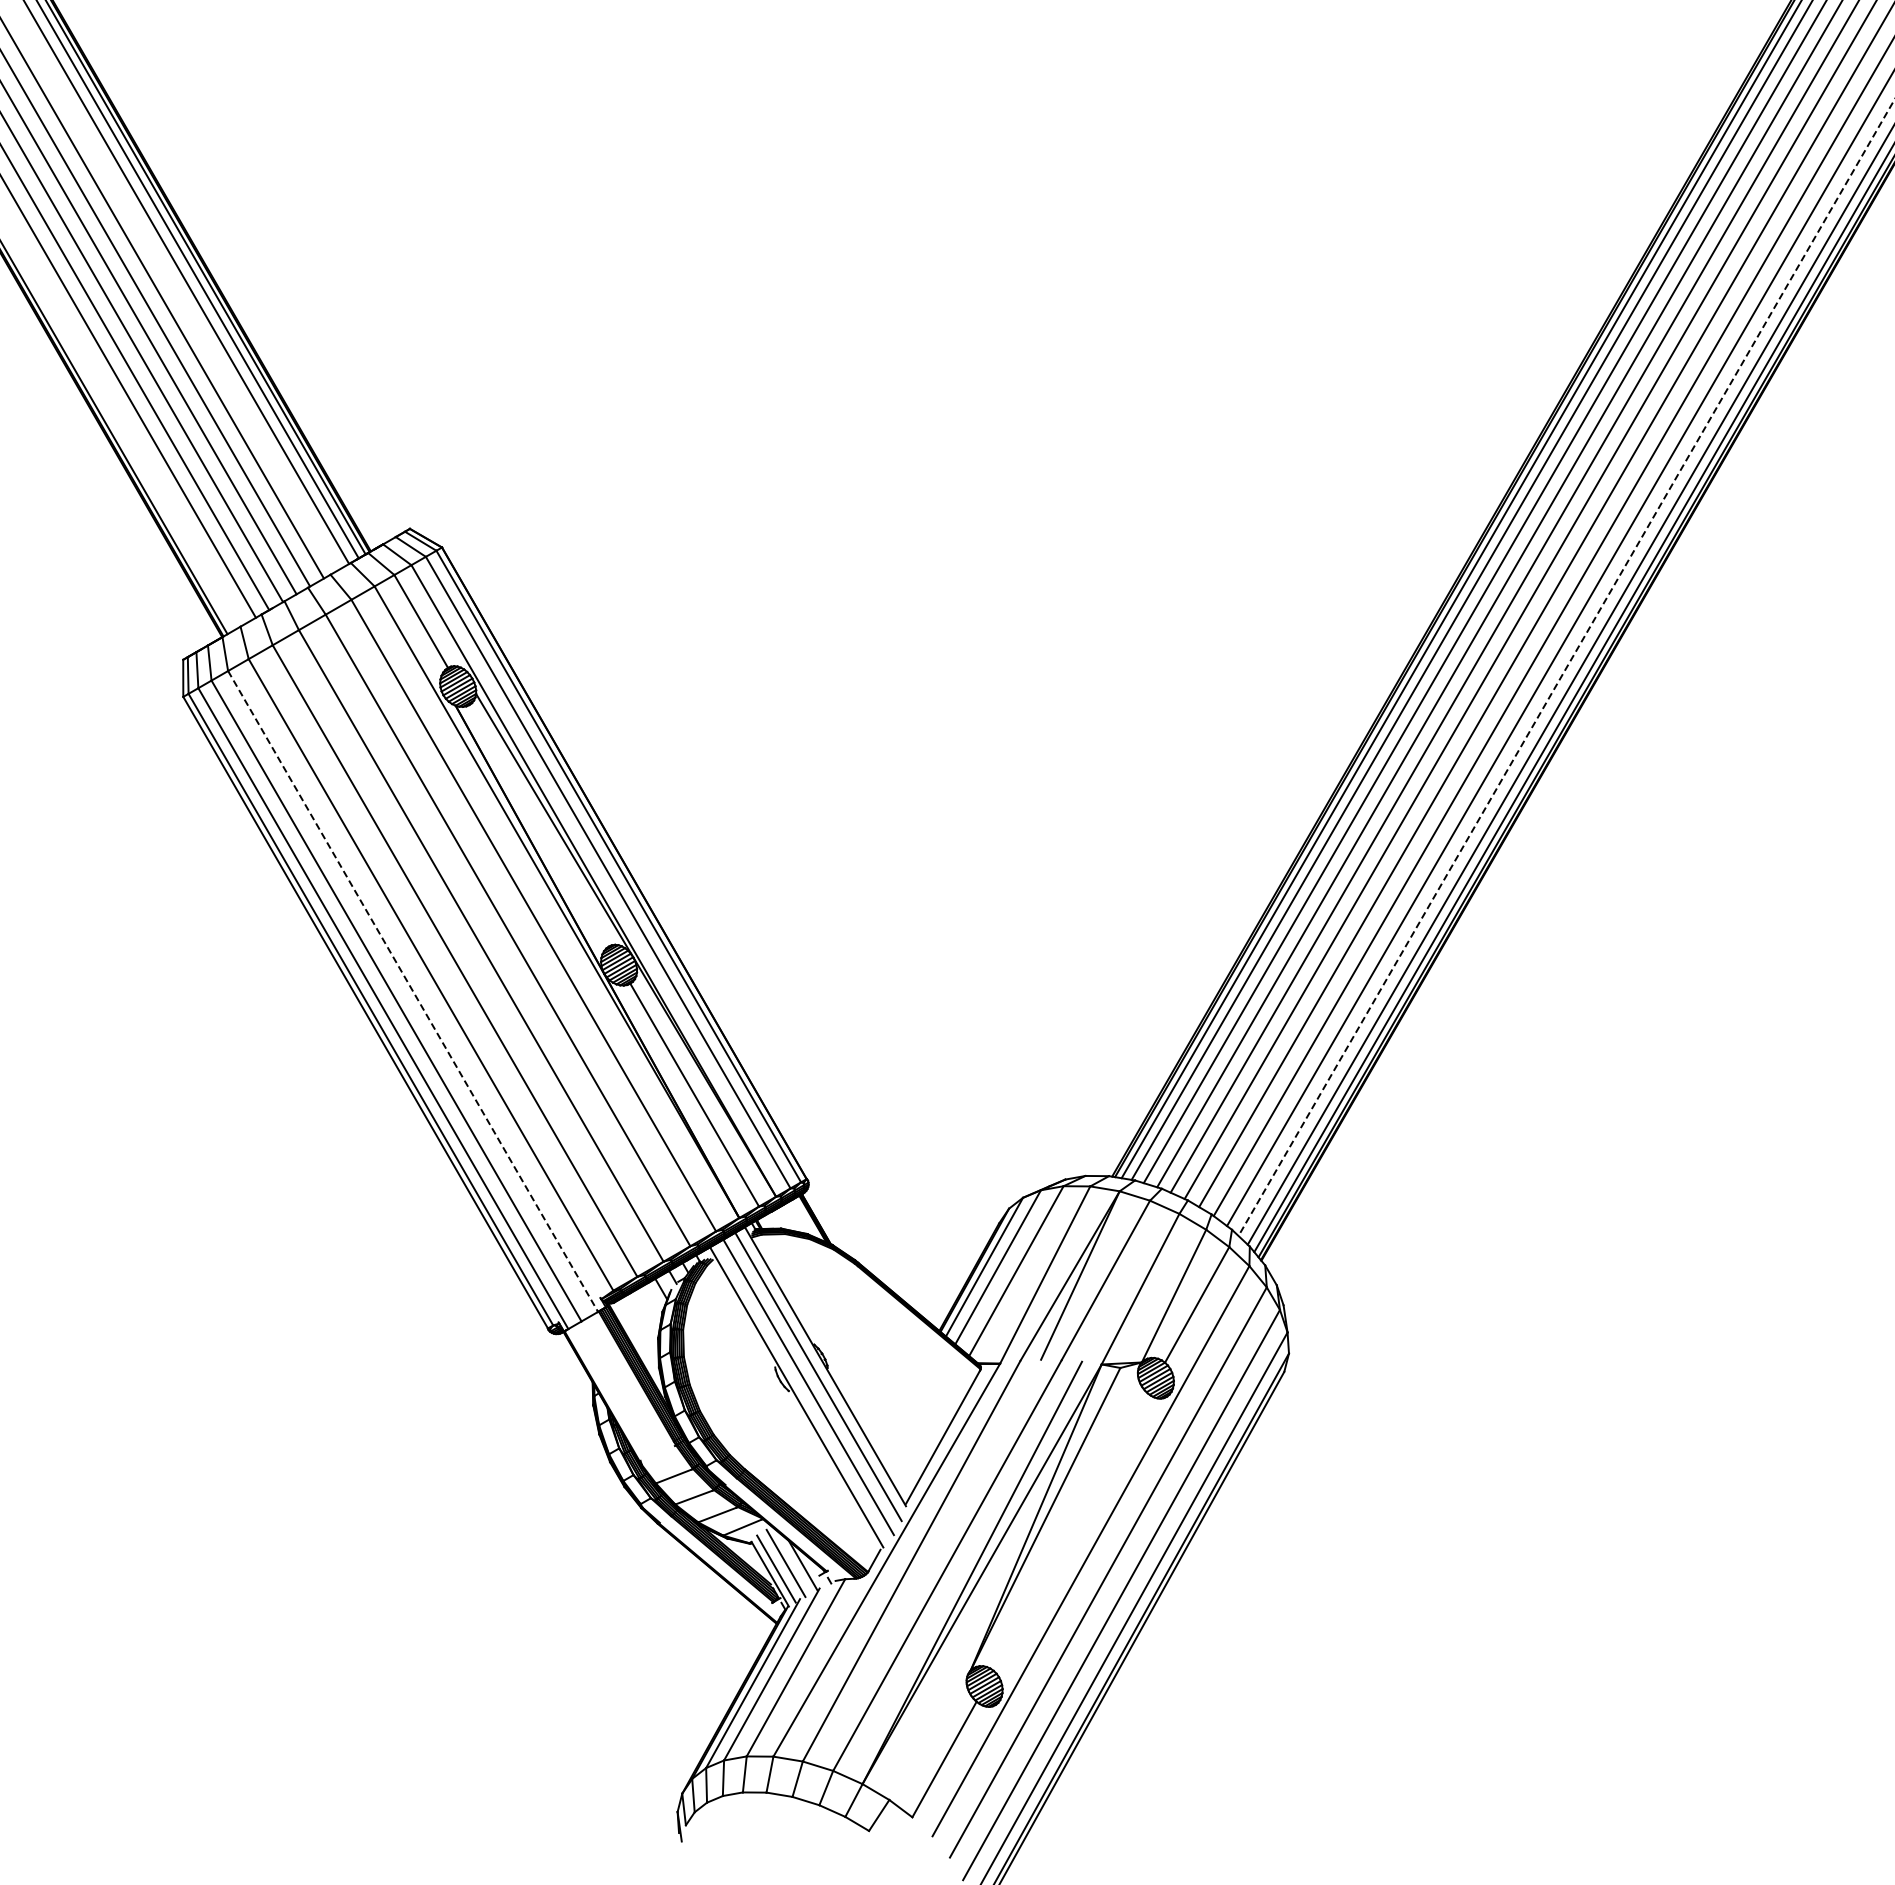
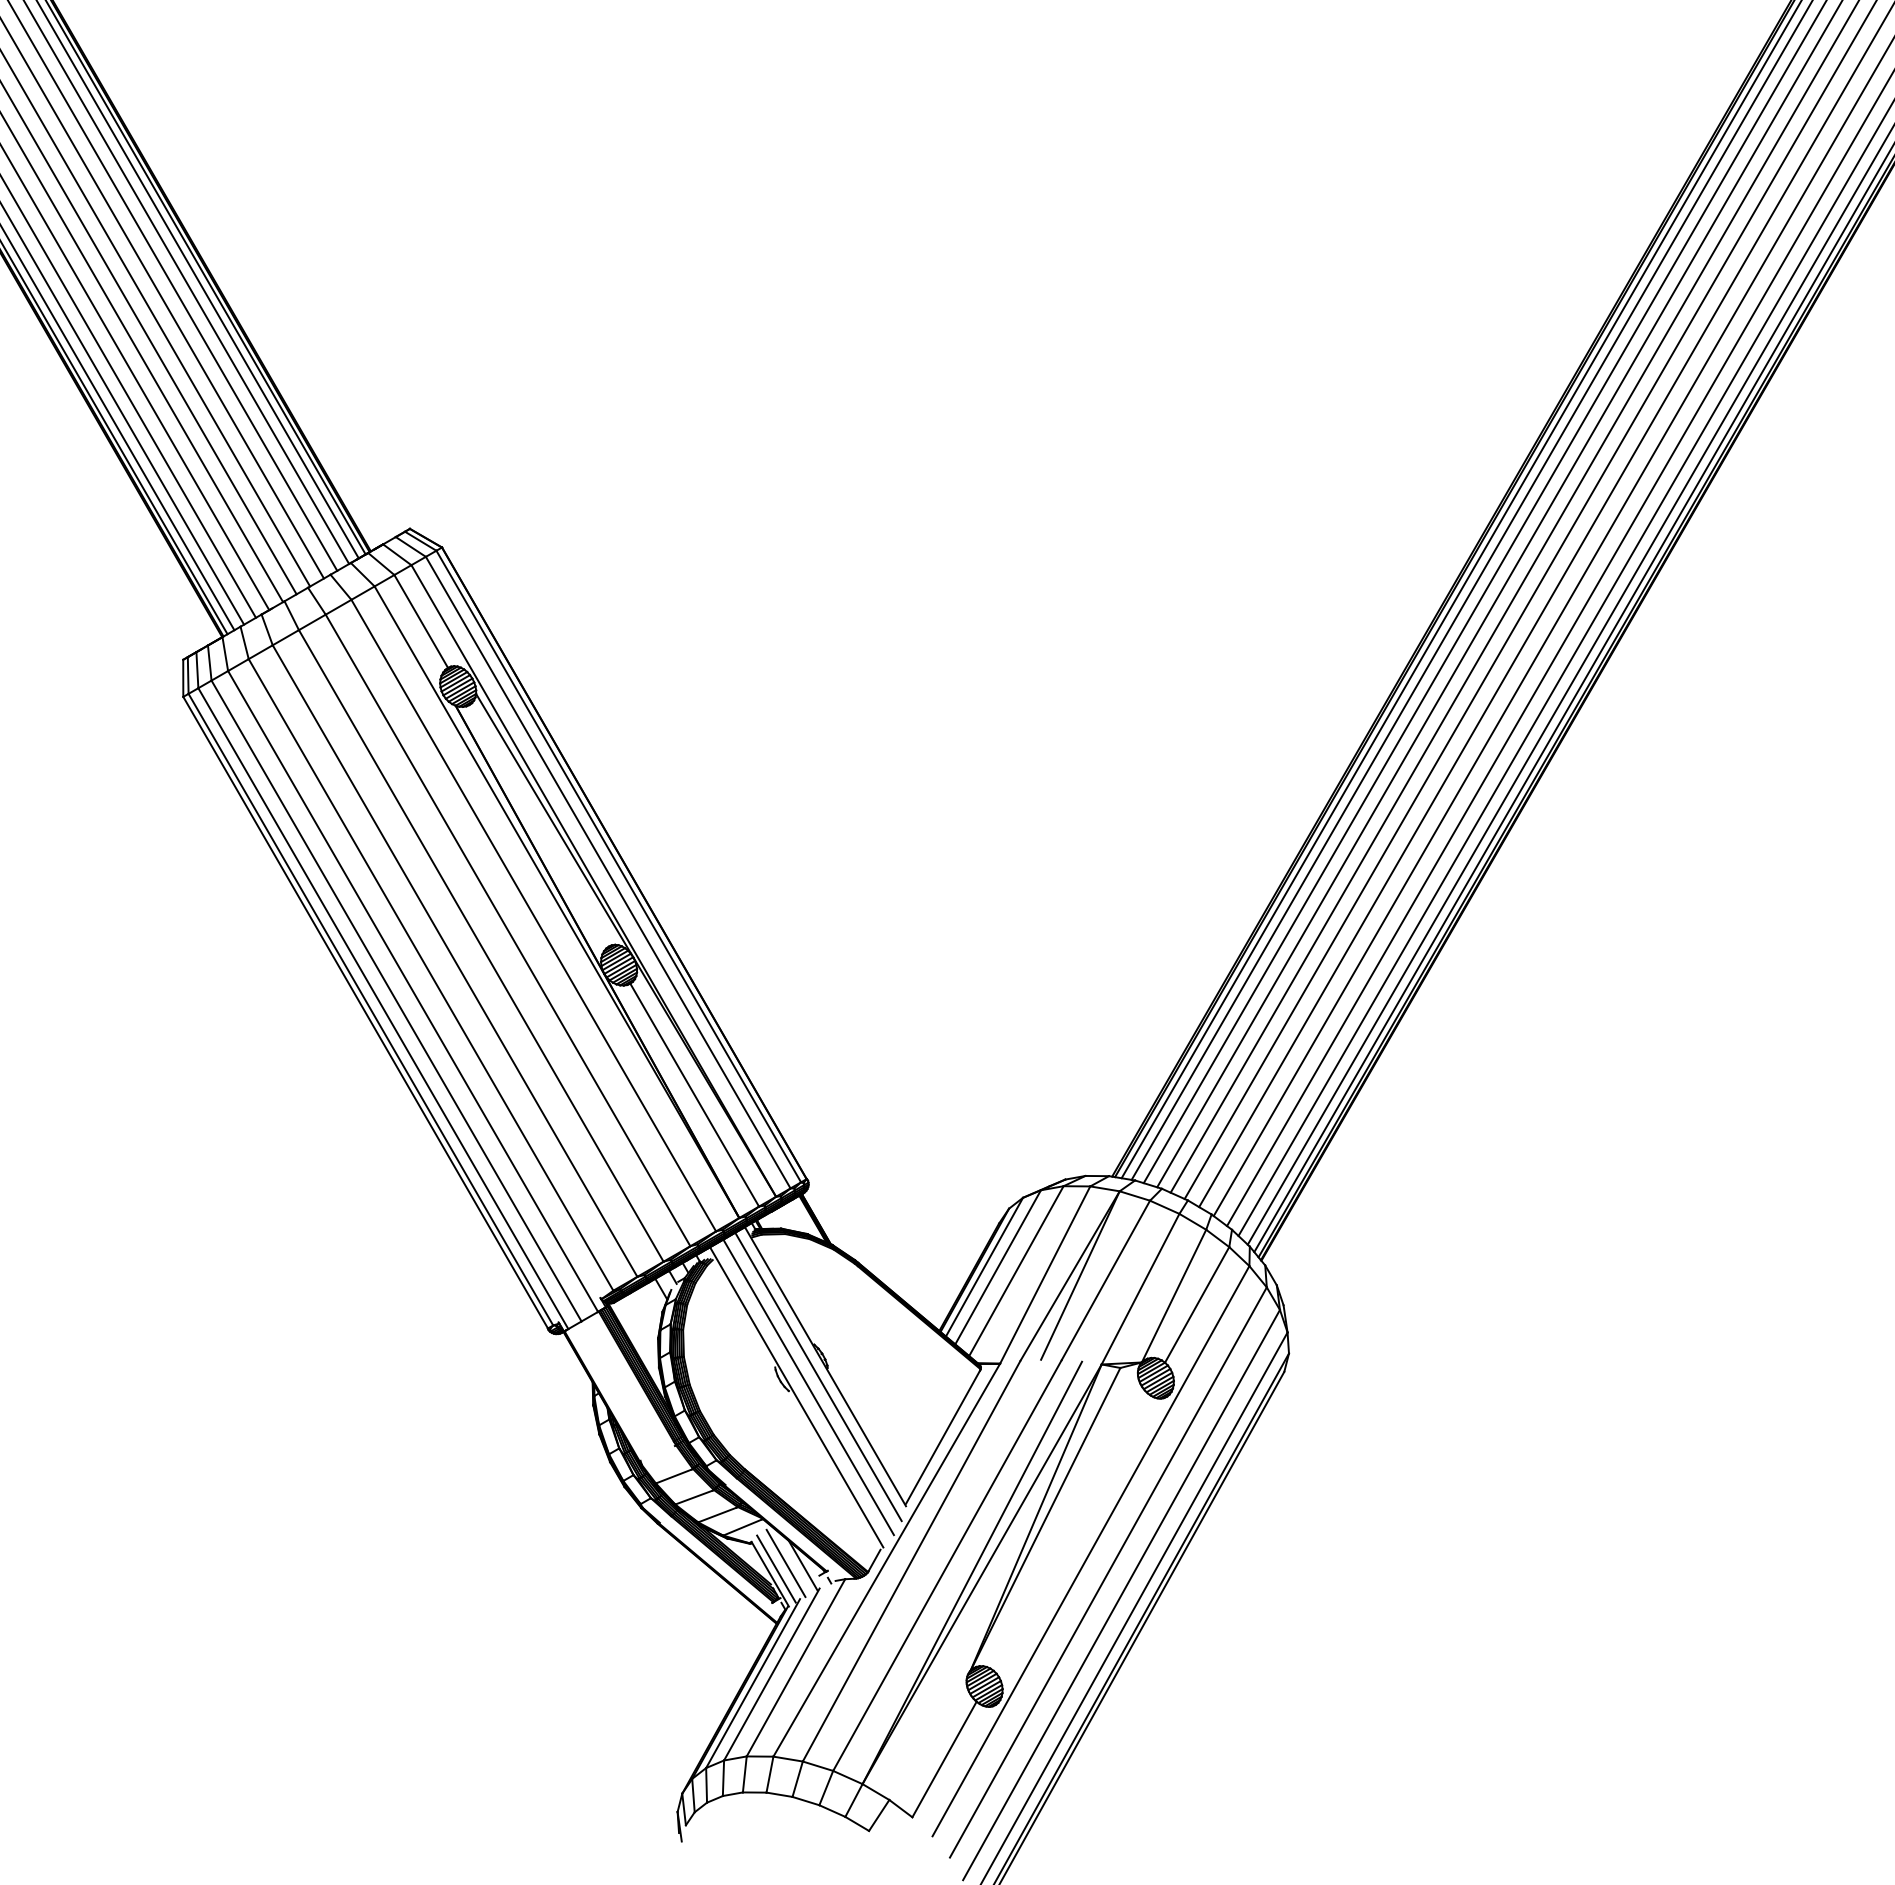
line at (172, 286): none -> present
line at (123, 415): none -> present
line at (118, 429): none -> present
line at (1566, 667): dashed -> solid
line at (413, 991): dashed -> solid
